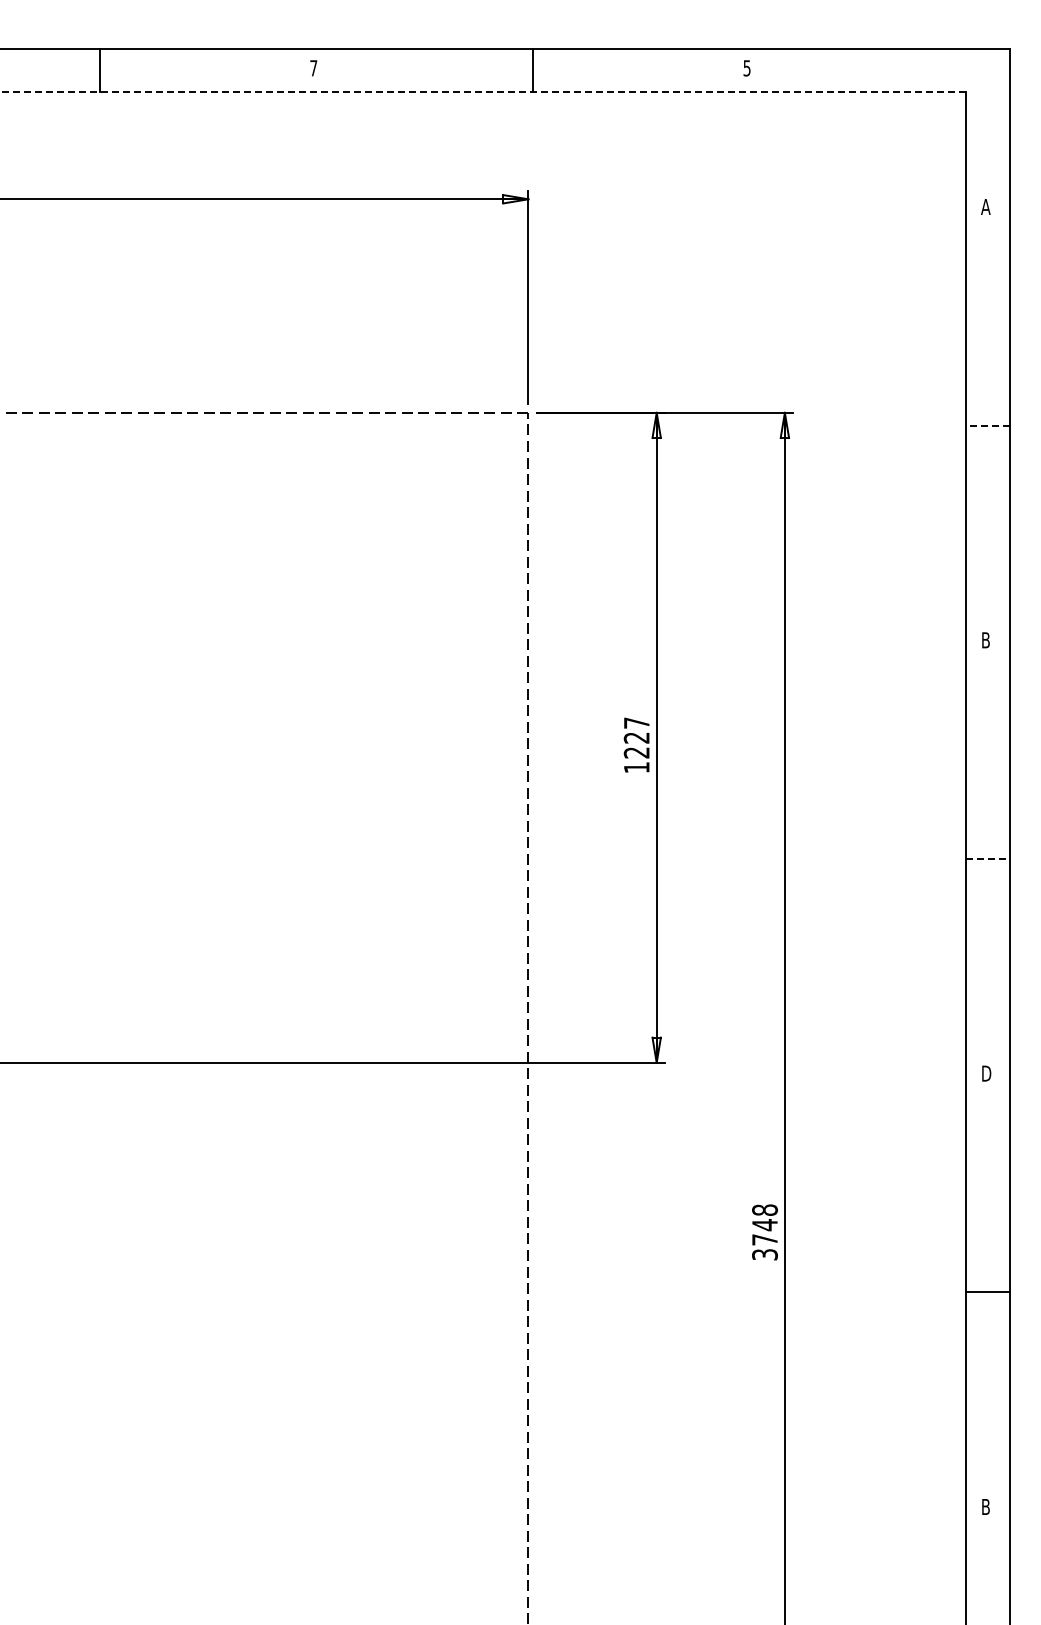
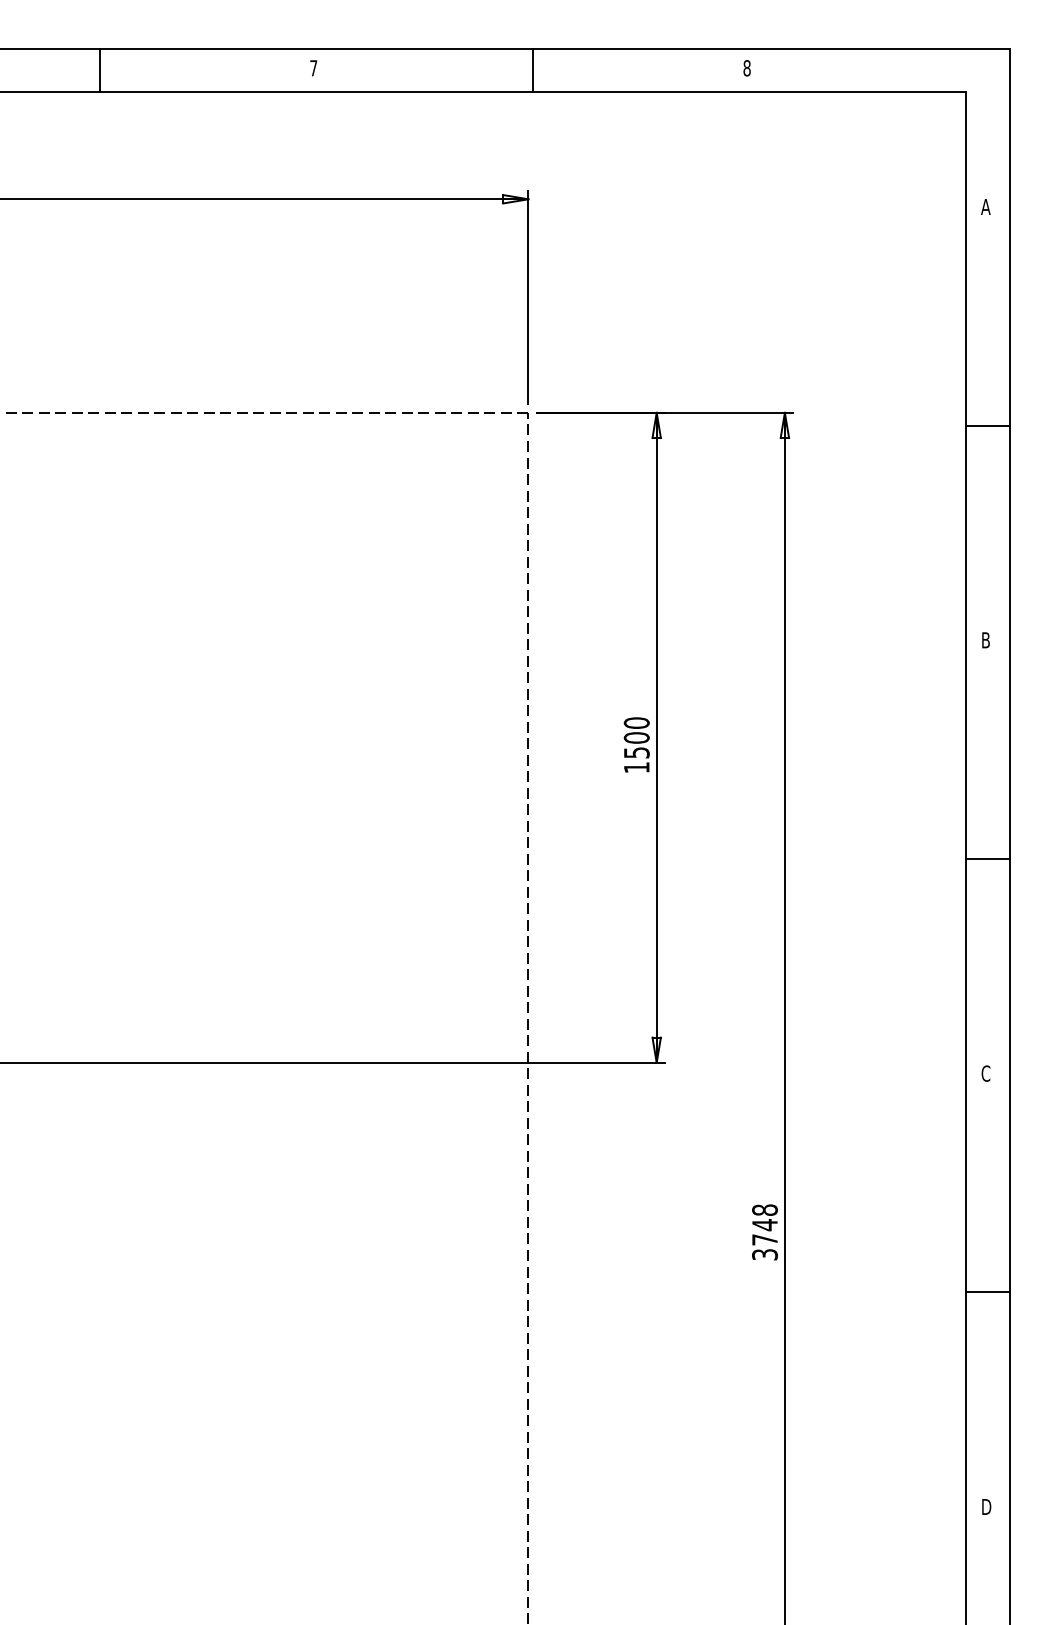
text at (746, 68): 5 -> 8
line at (483, 92): dashed -> solid
line at (987, 425): dashed -> solid
text at (636, 737): 1227 -> 1500
line at (987, 859): dashed -> solid
text at (986, 1073): D -> C
text at (987, 1506): B -> D
